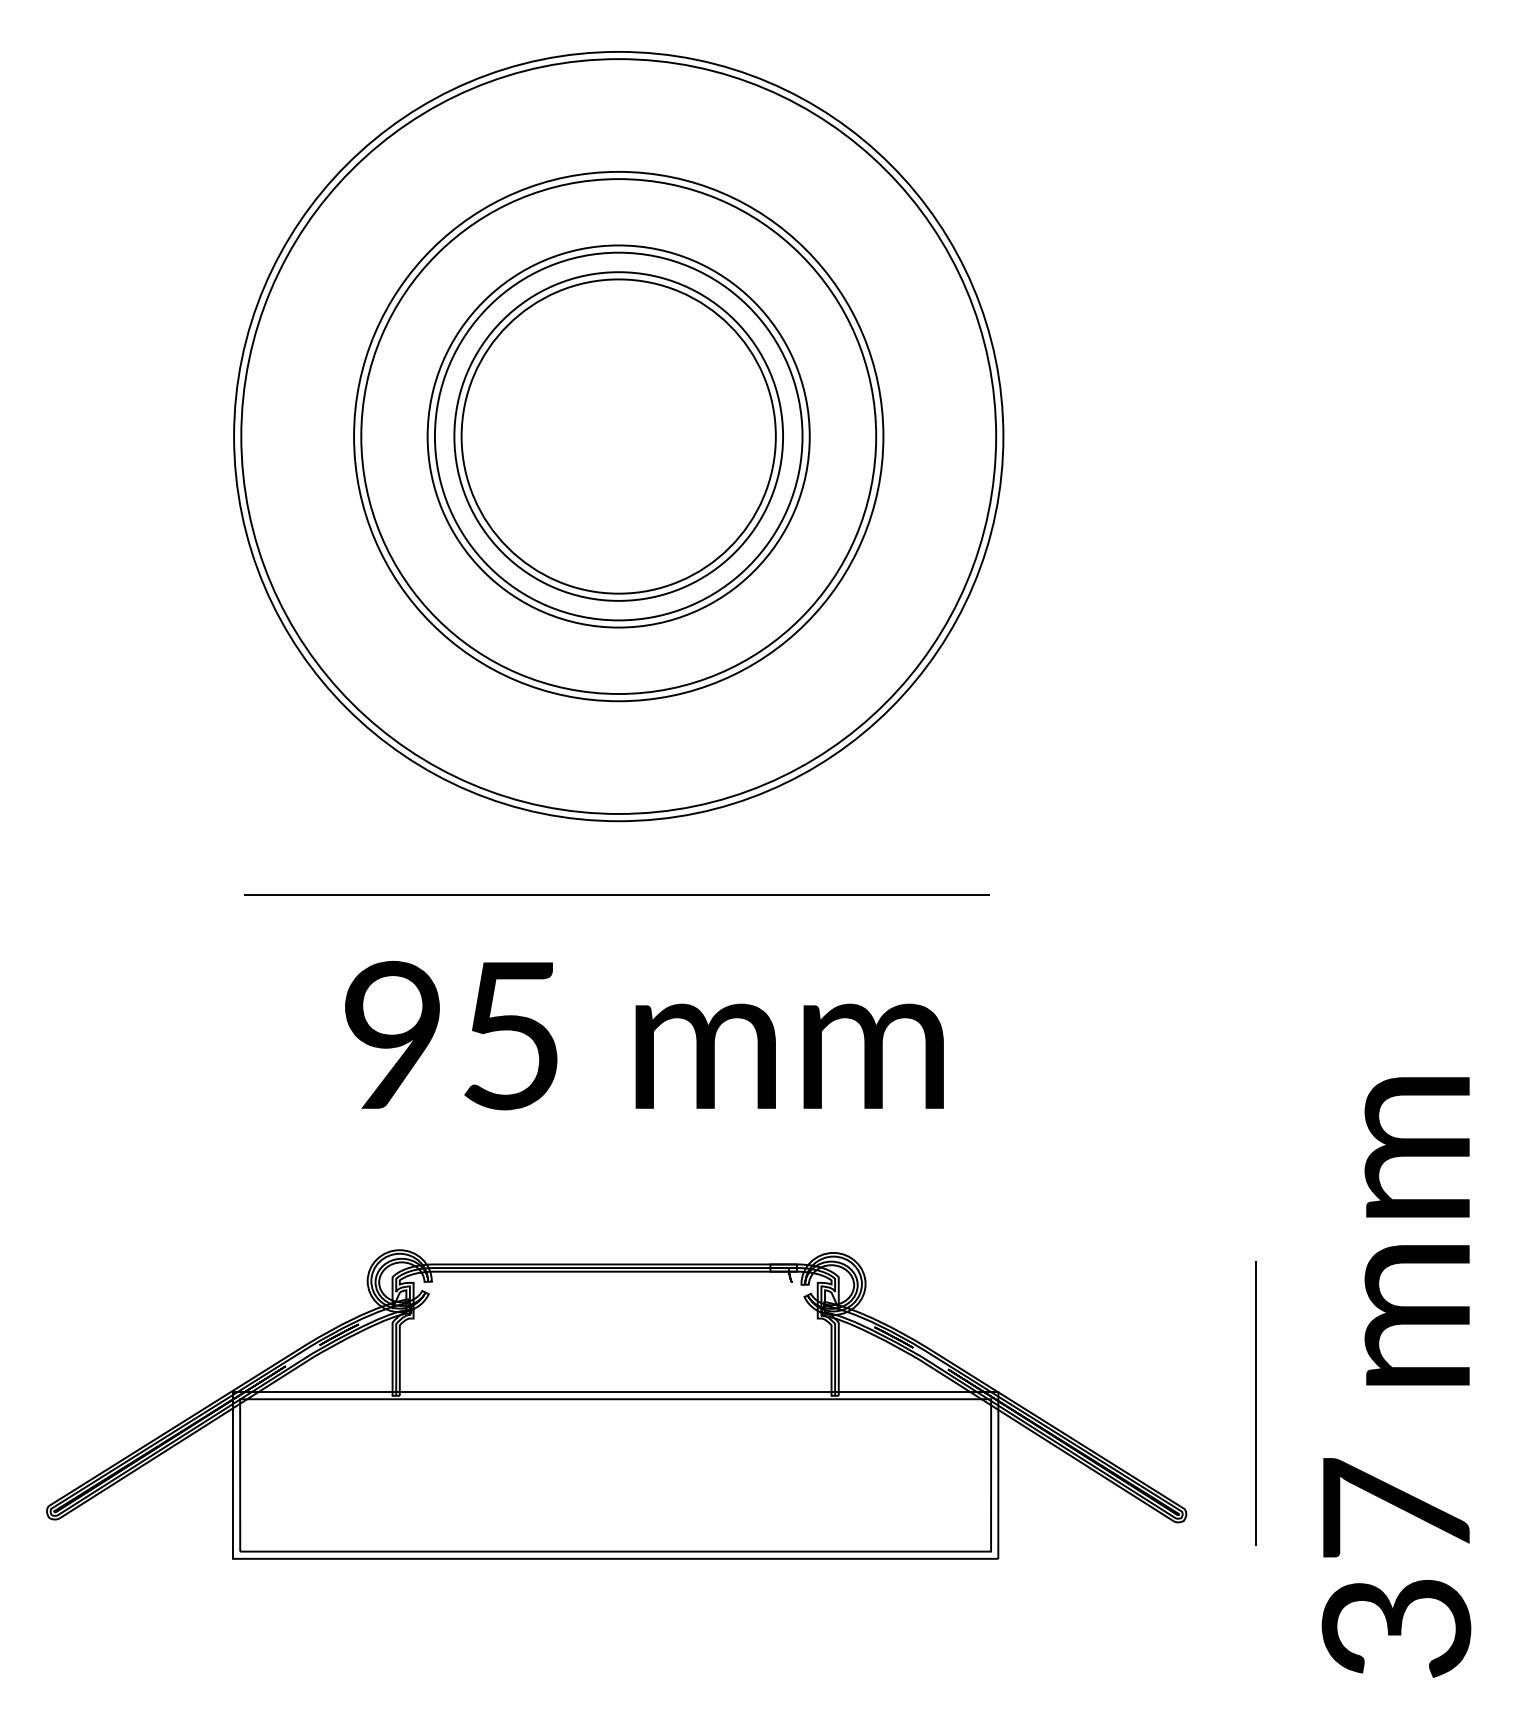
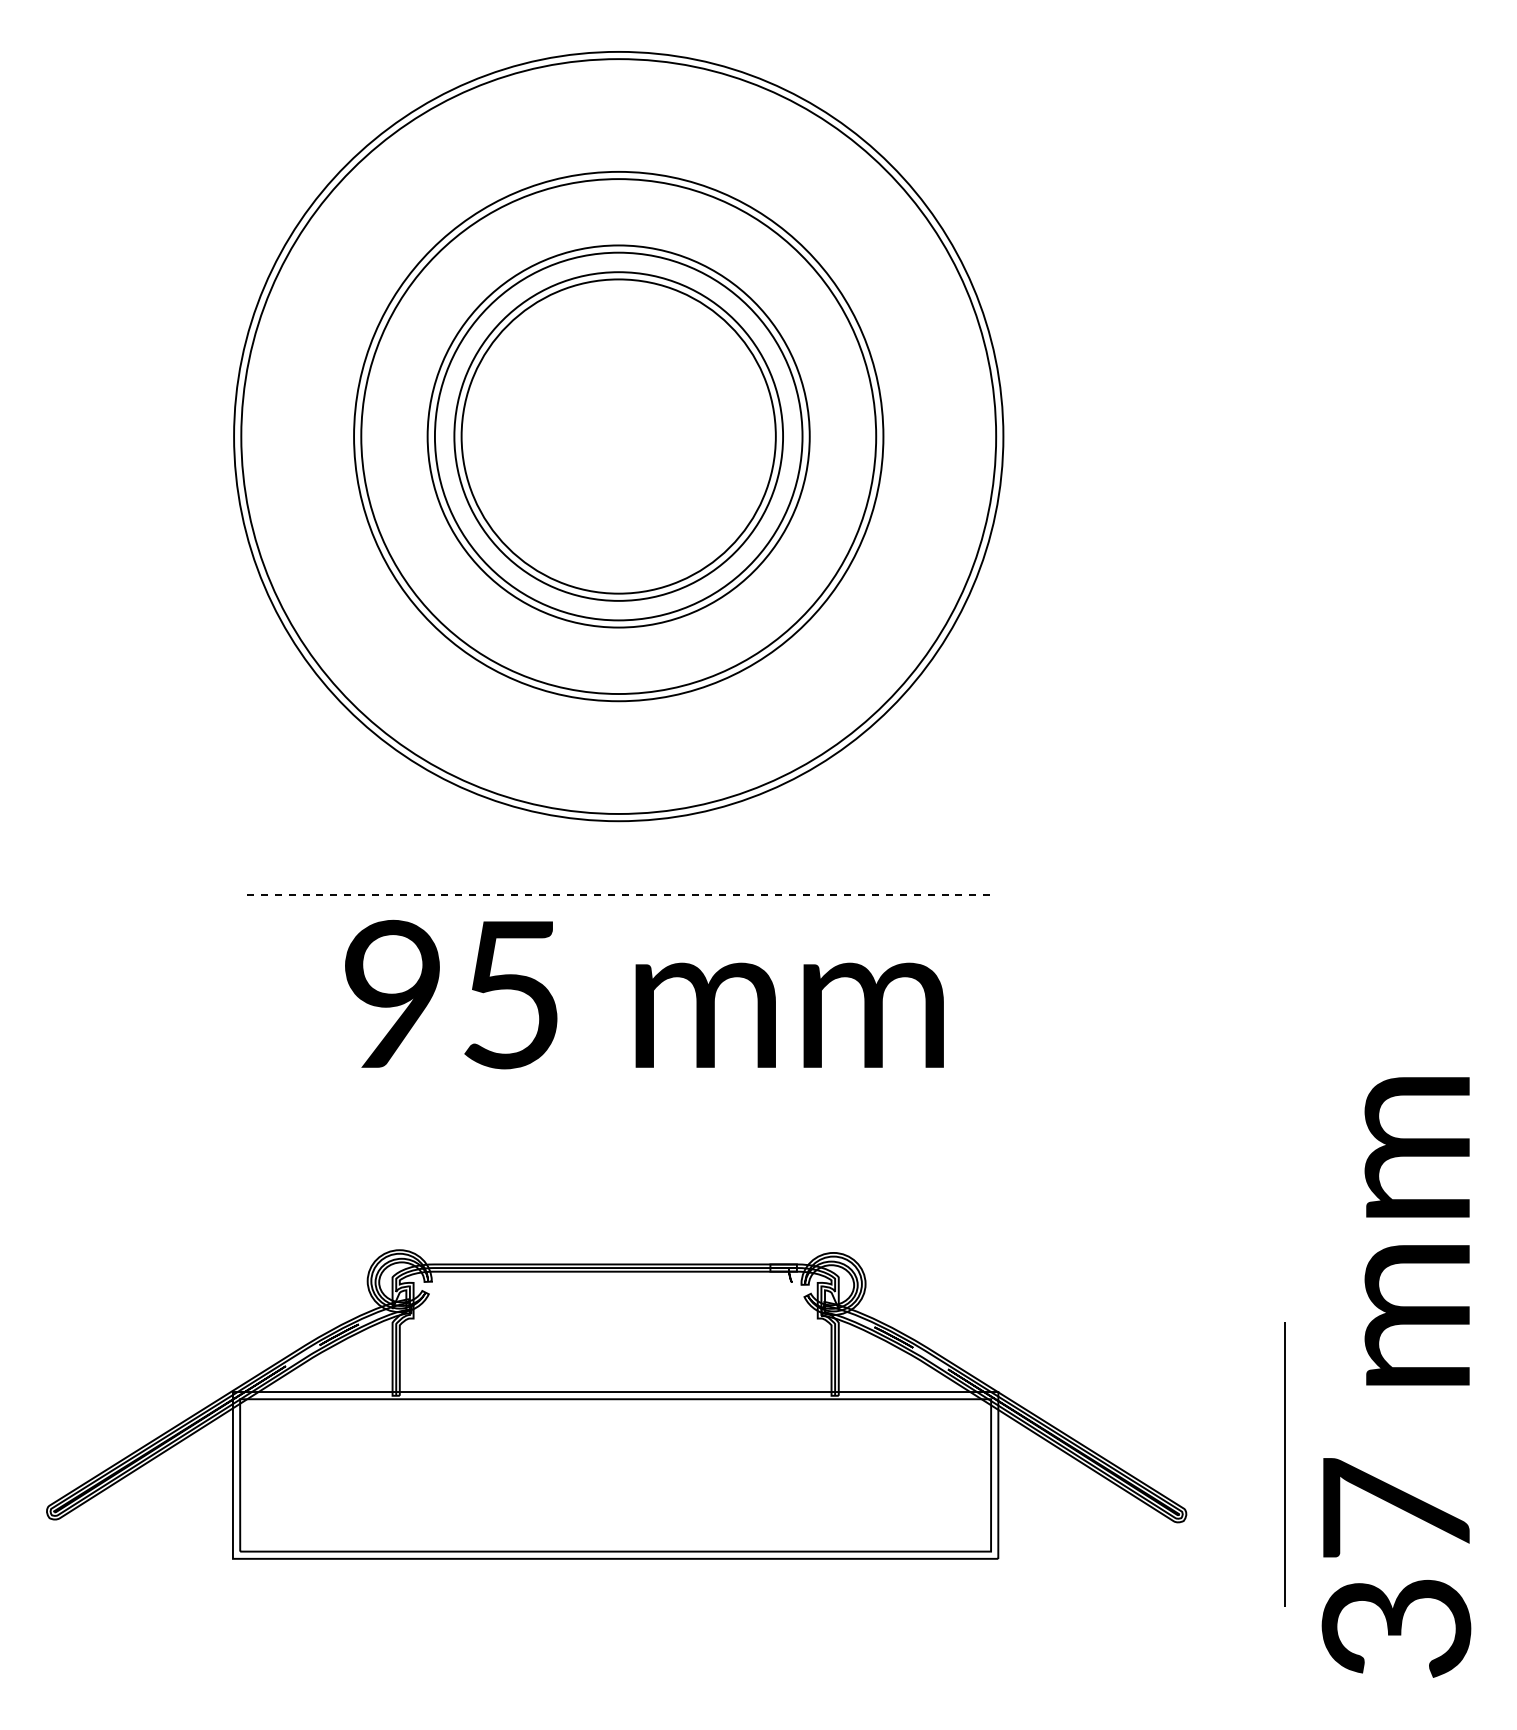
line at (616, 894): solid -> dashed
text at (644, 1035) position: (644, 1035) -> (644, 994)
line at (1255, 1403) position: (1255, 1403) -> (1284, 1464)
